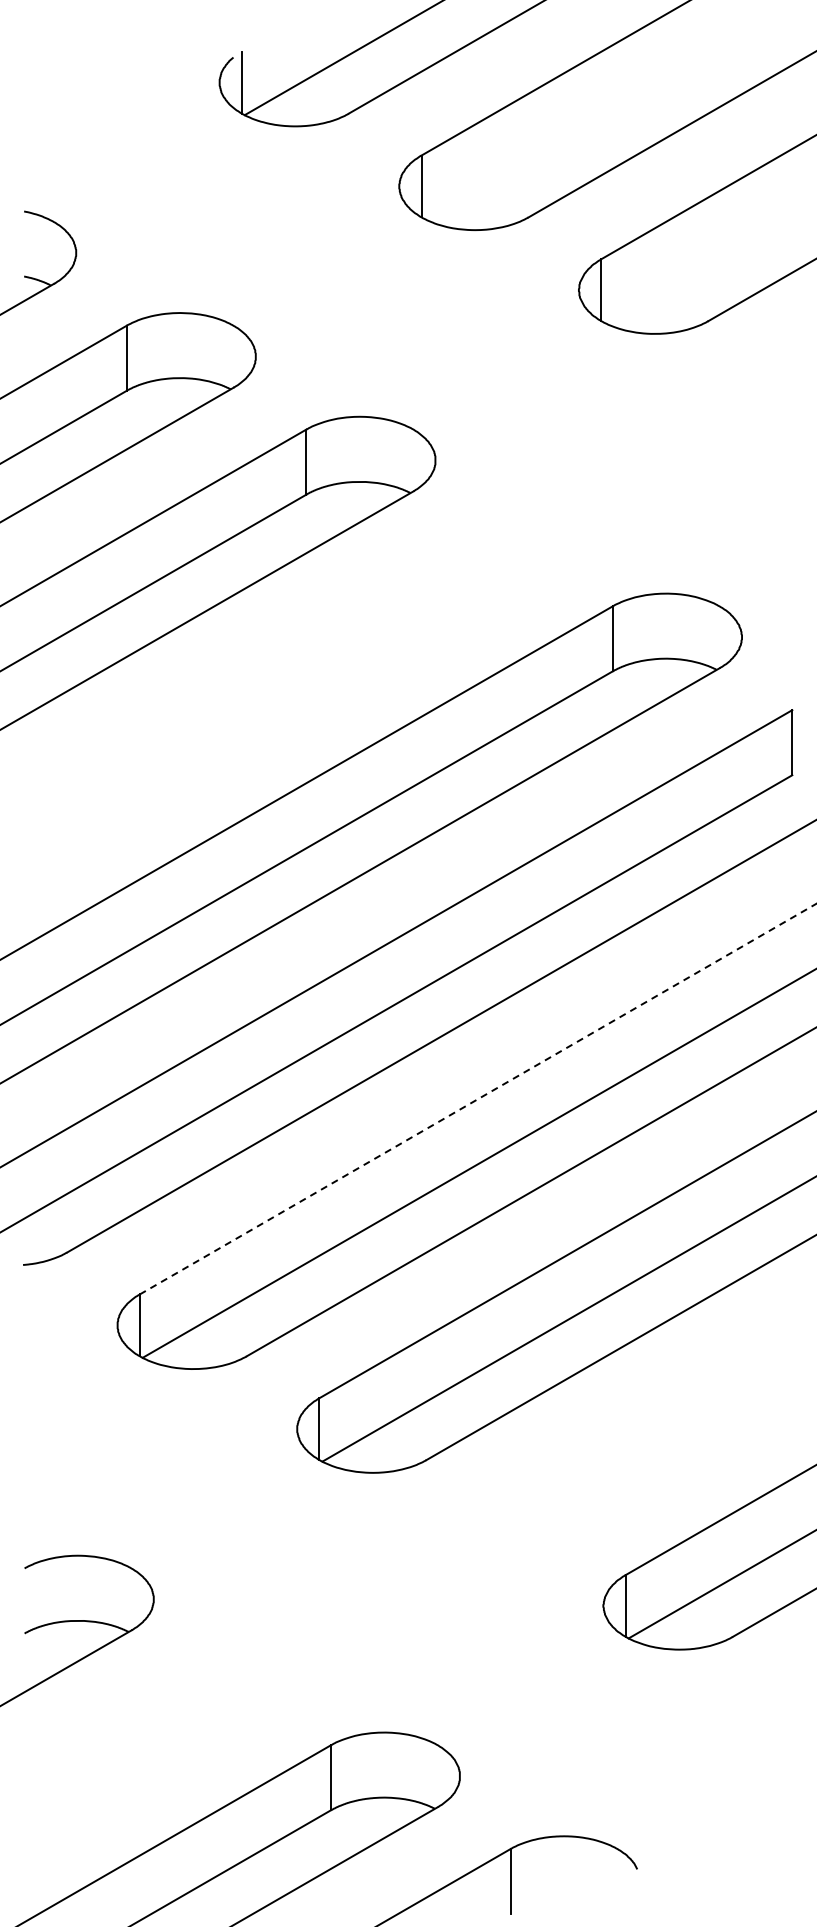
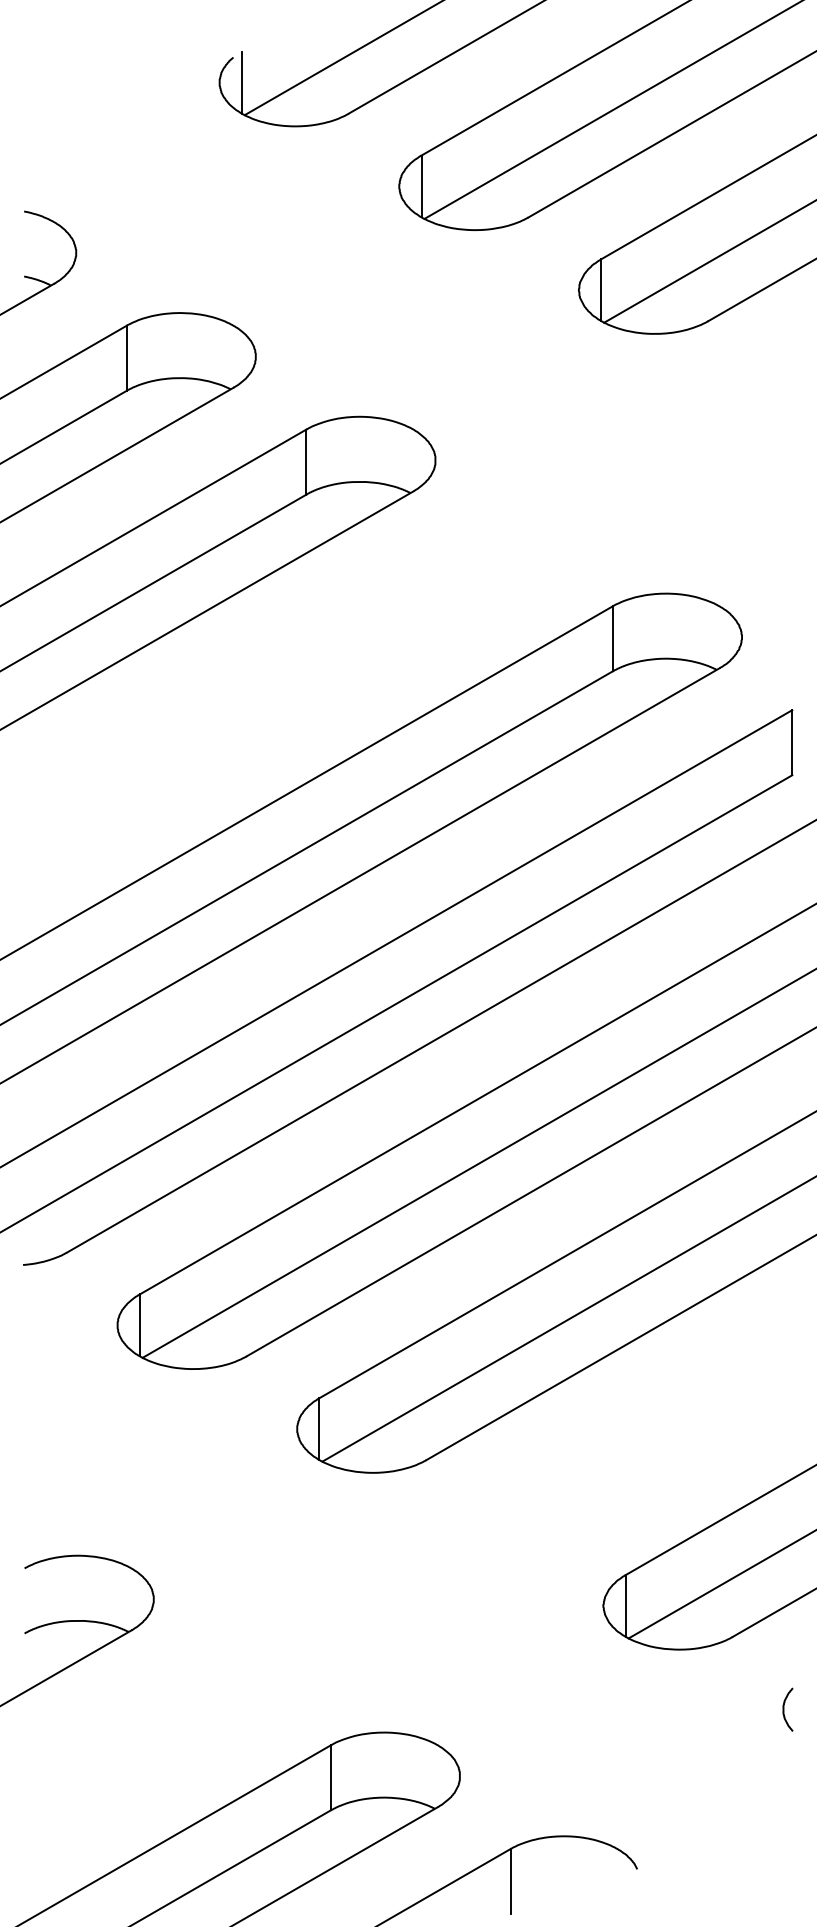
line at (611, 110): none -> present
line at (708, 261): none -> present
line at (478, 1099): dashed -> solid
curve at (784, 1709): none -> present
